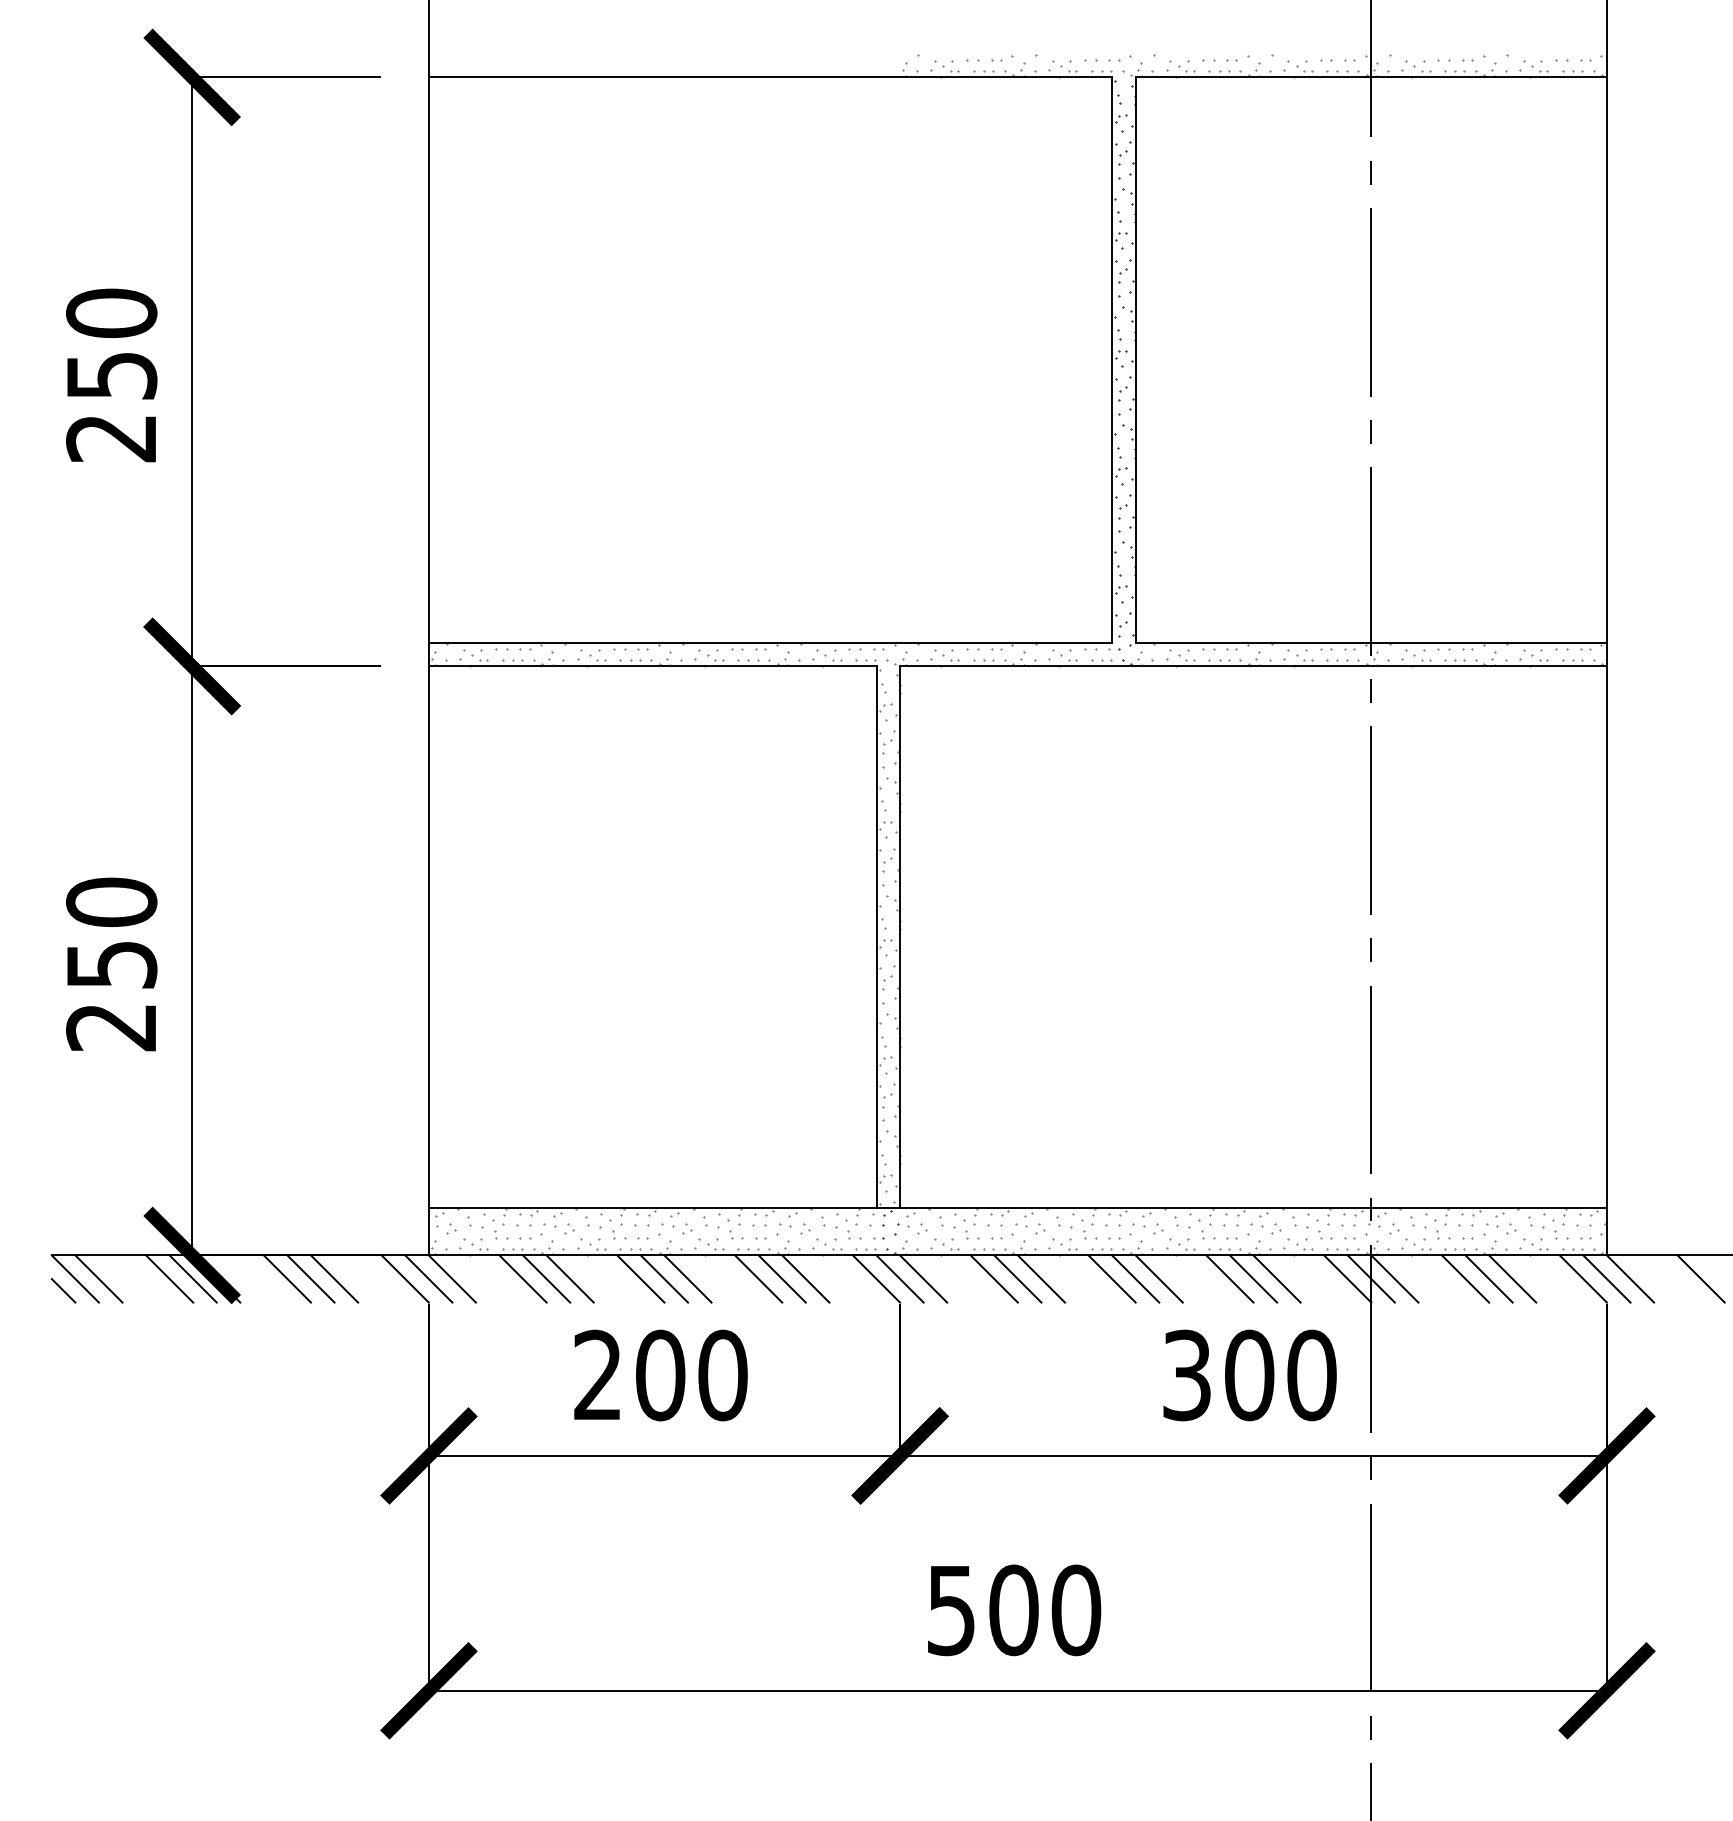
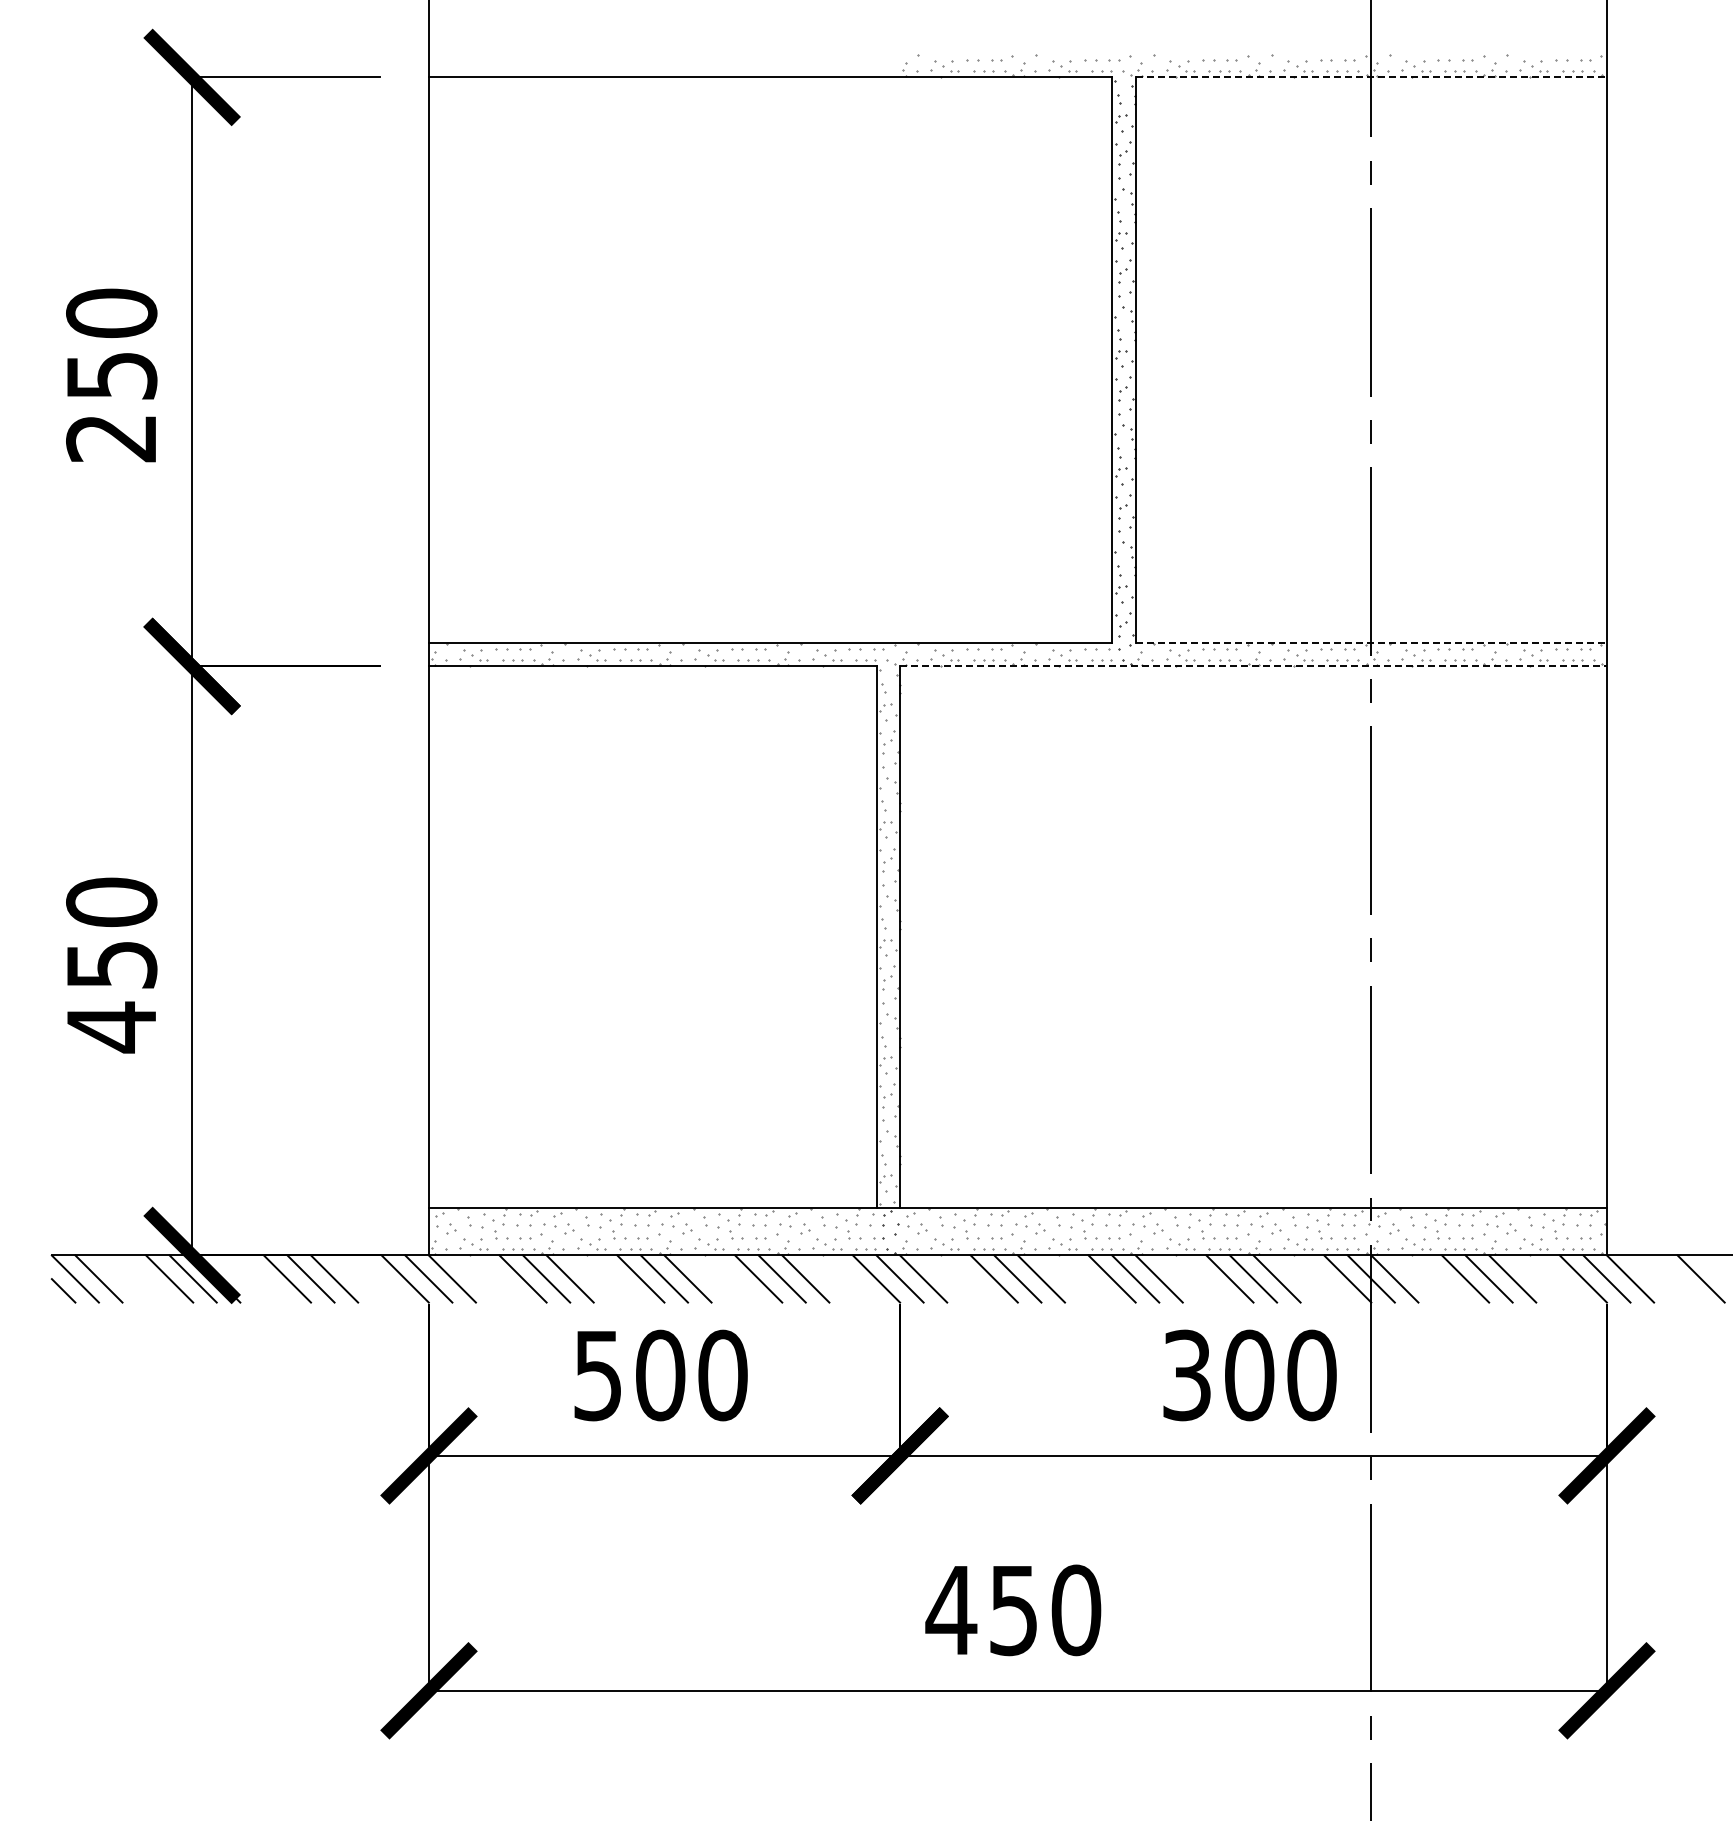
line at (1371, 77): solid -> dashed
line at (1371, 642): solid -> dashed
line at (1254, 666): solid -> dashed
text at (110, 1027): 250 -> 450
text at (597, 1375): 200 -> 500
text at (981, 1610): 500 -> 450
